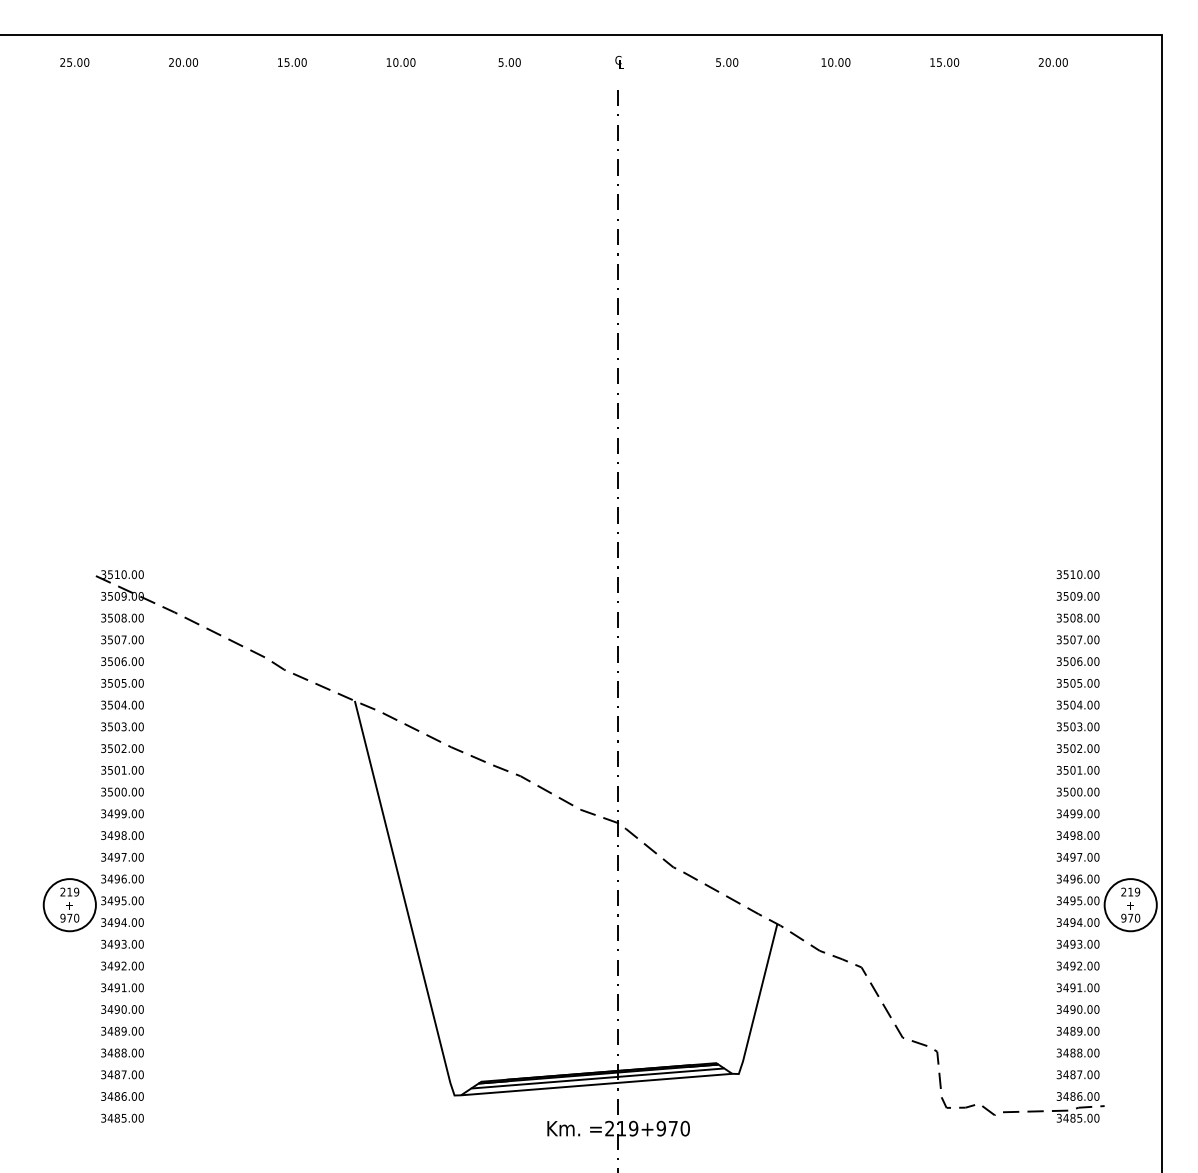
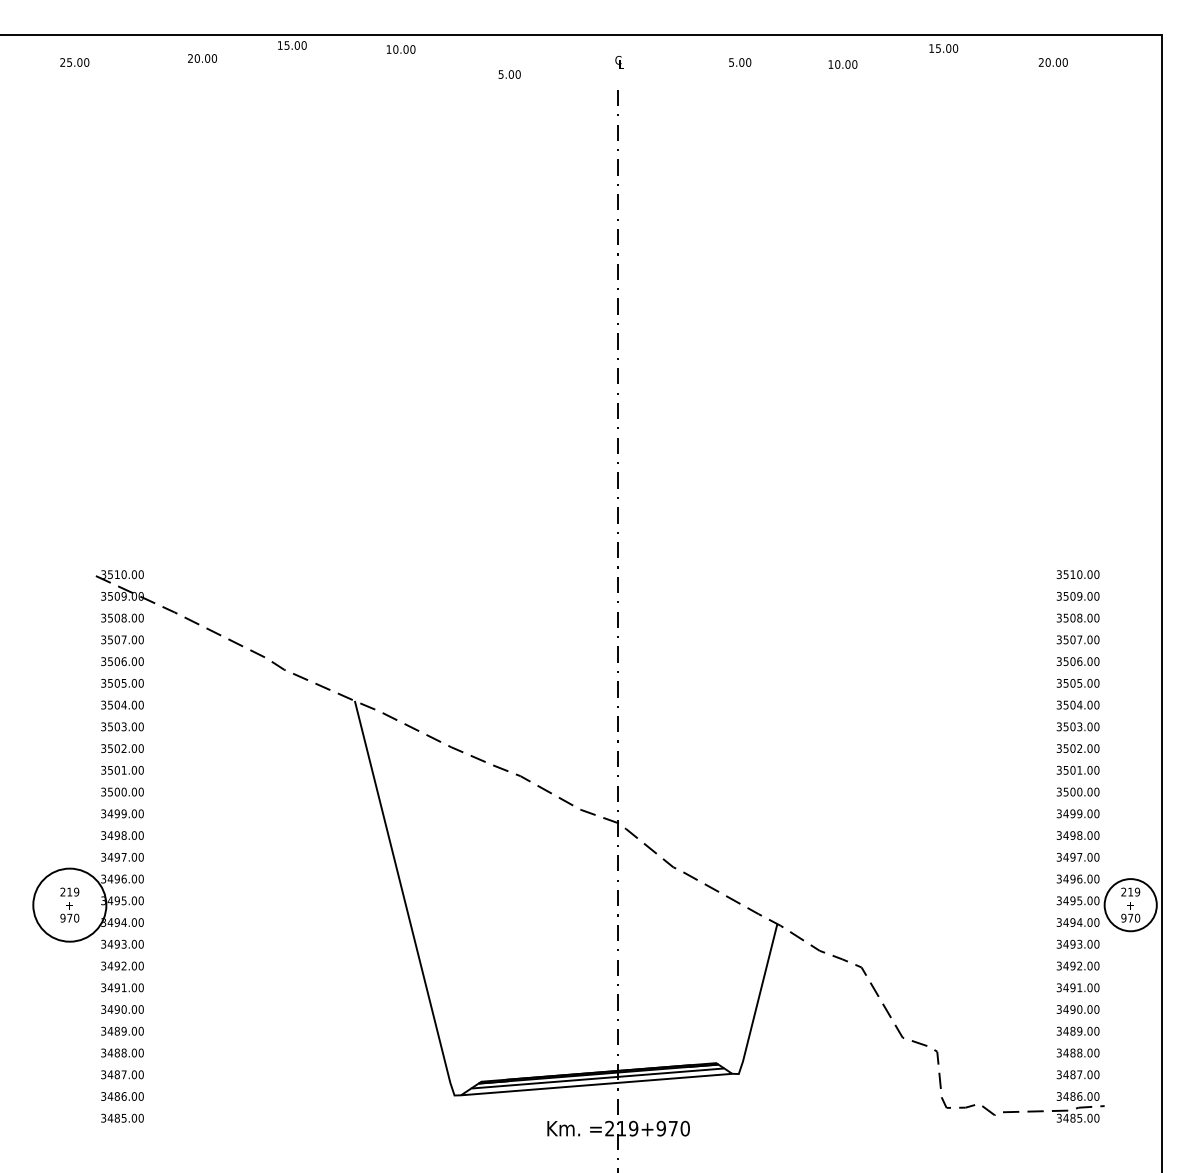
text at (183, 62) position: (183, 62) -> (202, 58)
text at (292, 62) position: (292, 62) -> (292, 45)
text at (400, 62) position: (400, 62) -> (400, 49)
text at (509, 62) position: (509, 62) -> (509, 74)
text at (727, 62) position: (727, 62) -> (740, 62)
text at (835, 62) position: (835, 62) -> (842, 64)
text at (944, 62) position: (944, 62) -> (943, 48)
circle at (69, 905) diameter: 52 px -> 73 px
